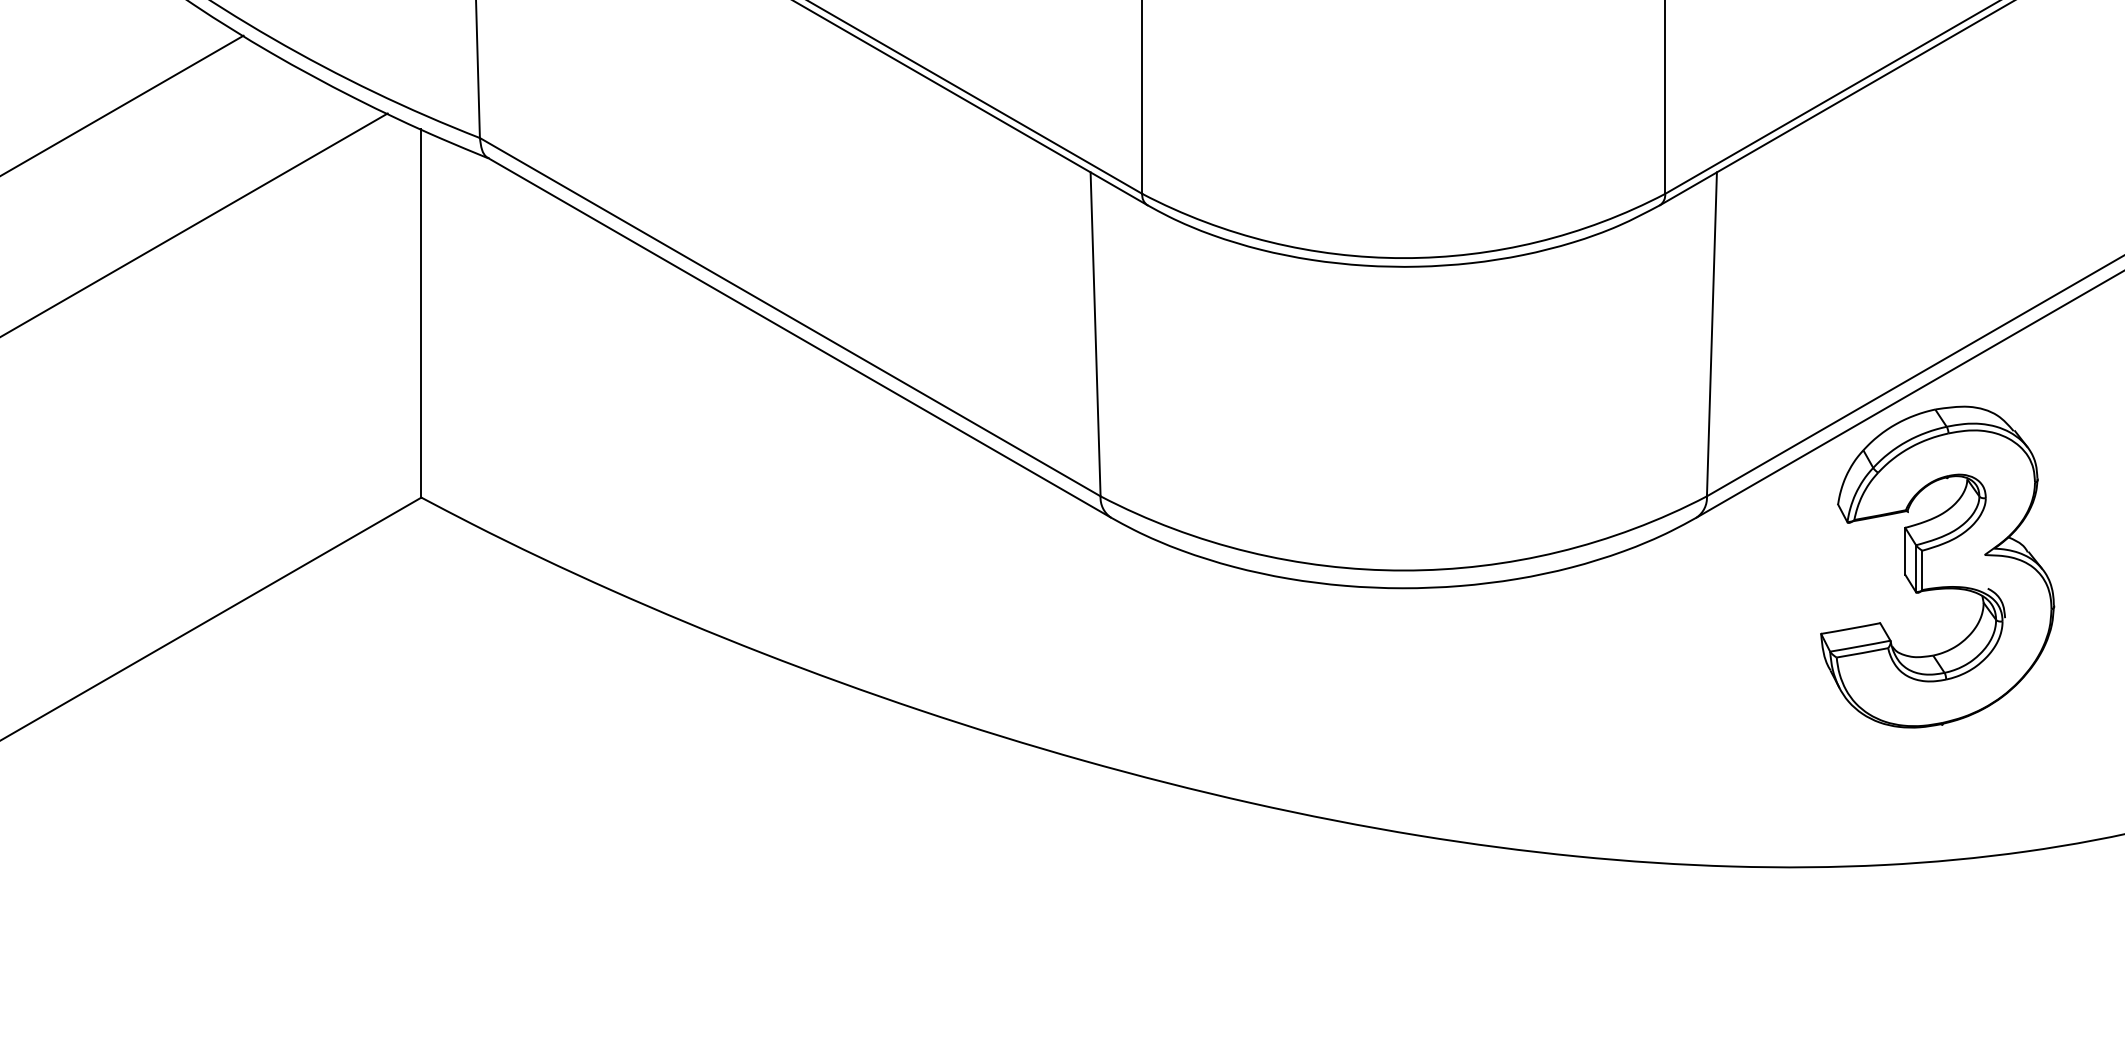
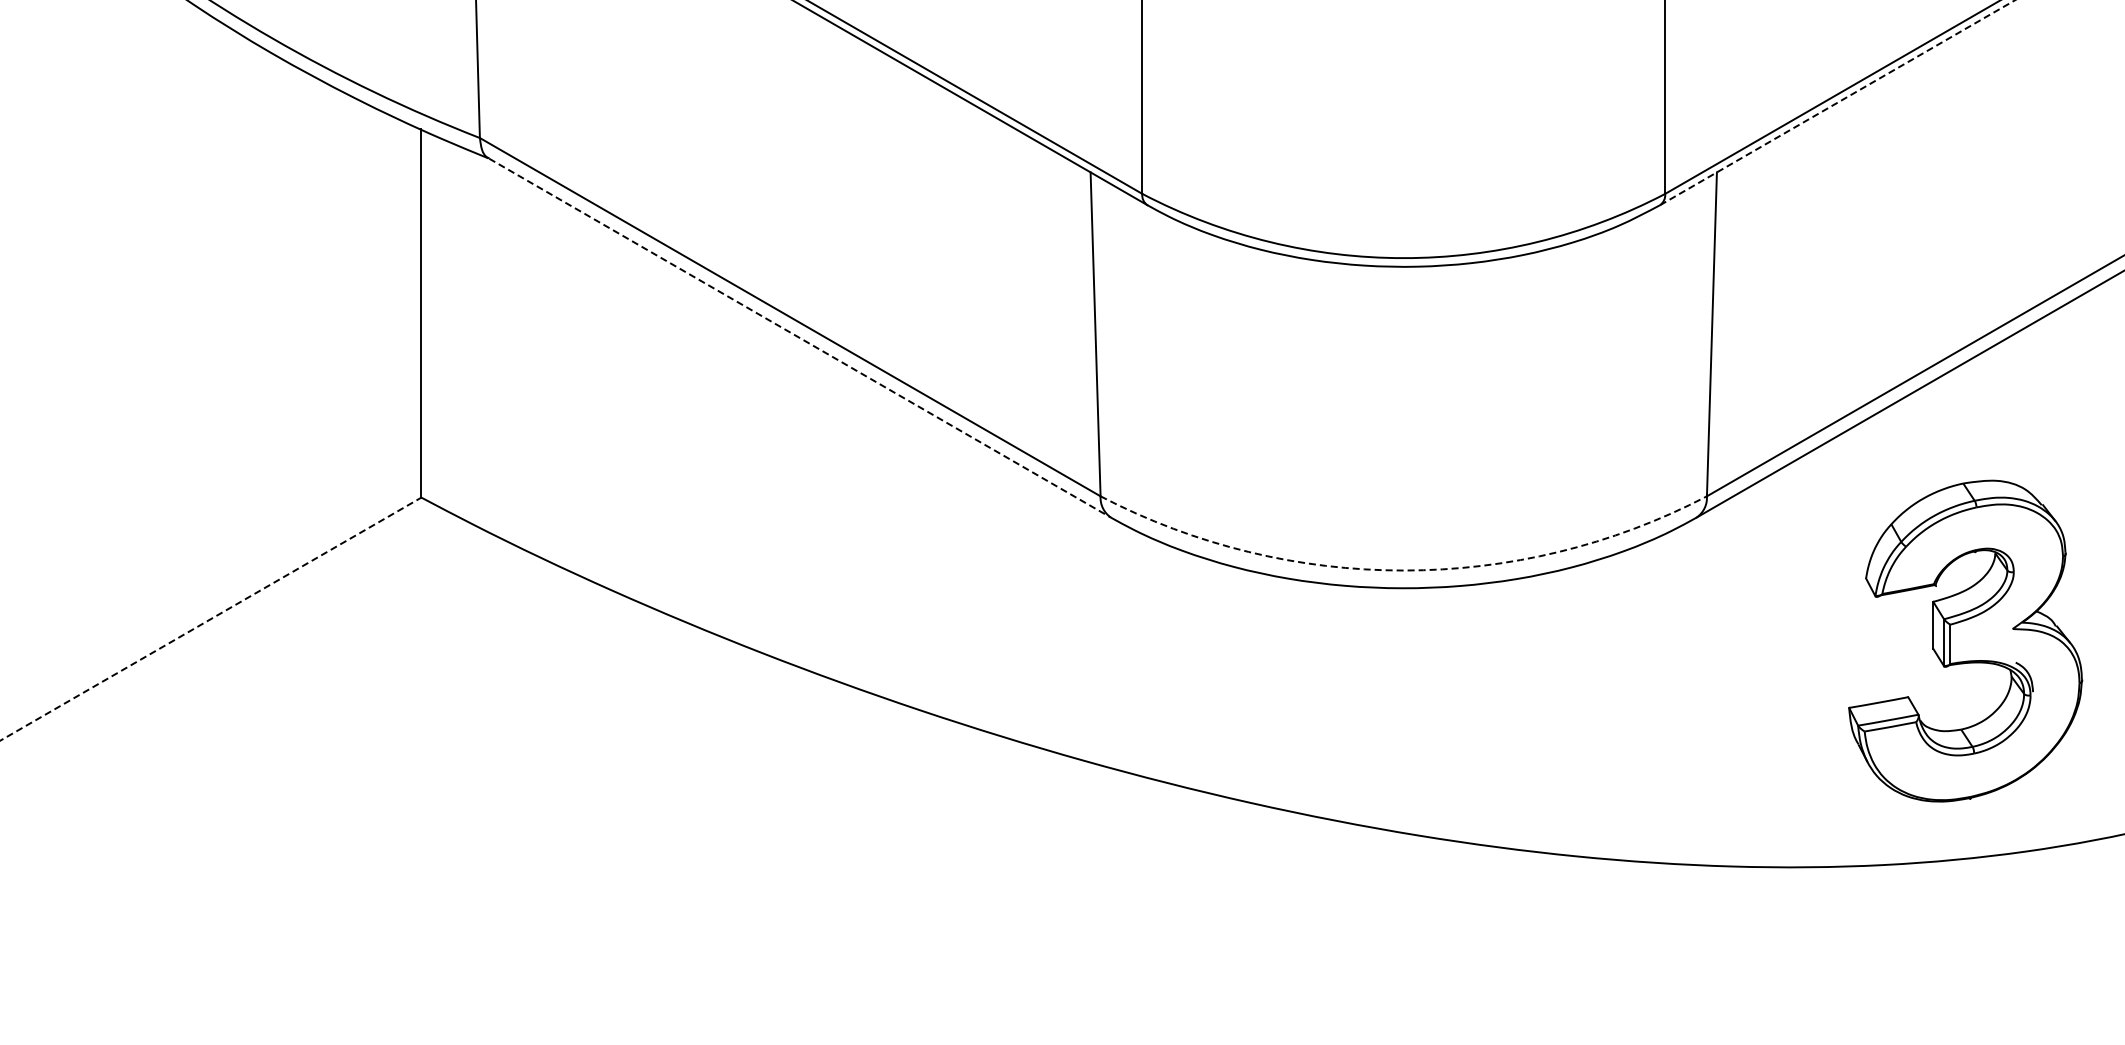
line at (1837, 102): solid -> dashed
line at (122, 104): present -> none
line at (194, 224): present -> none
line at (799, 338): solid -> dashed
part at (1937, 566) position: (1937, 566) -> (1965, 640)
arc at (1403, 570): solid -> dashed
line at (210, 619): solid -> dashed
